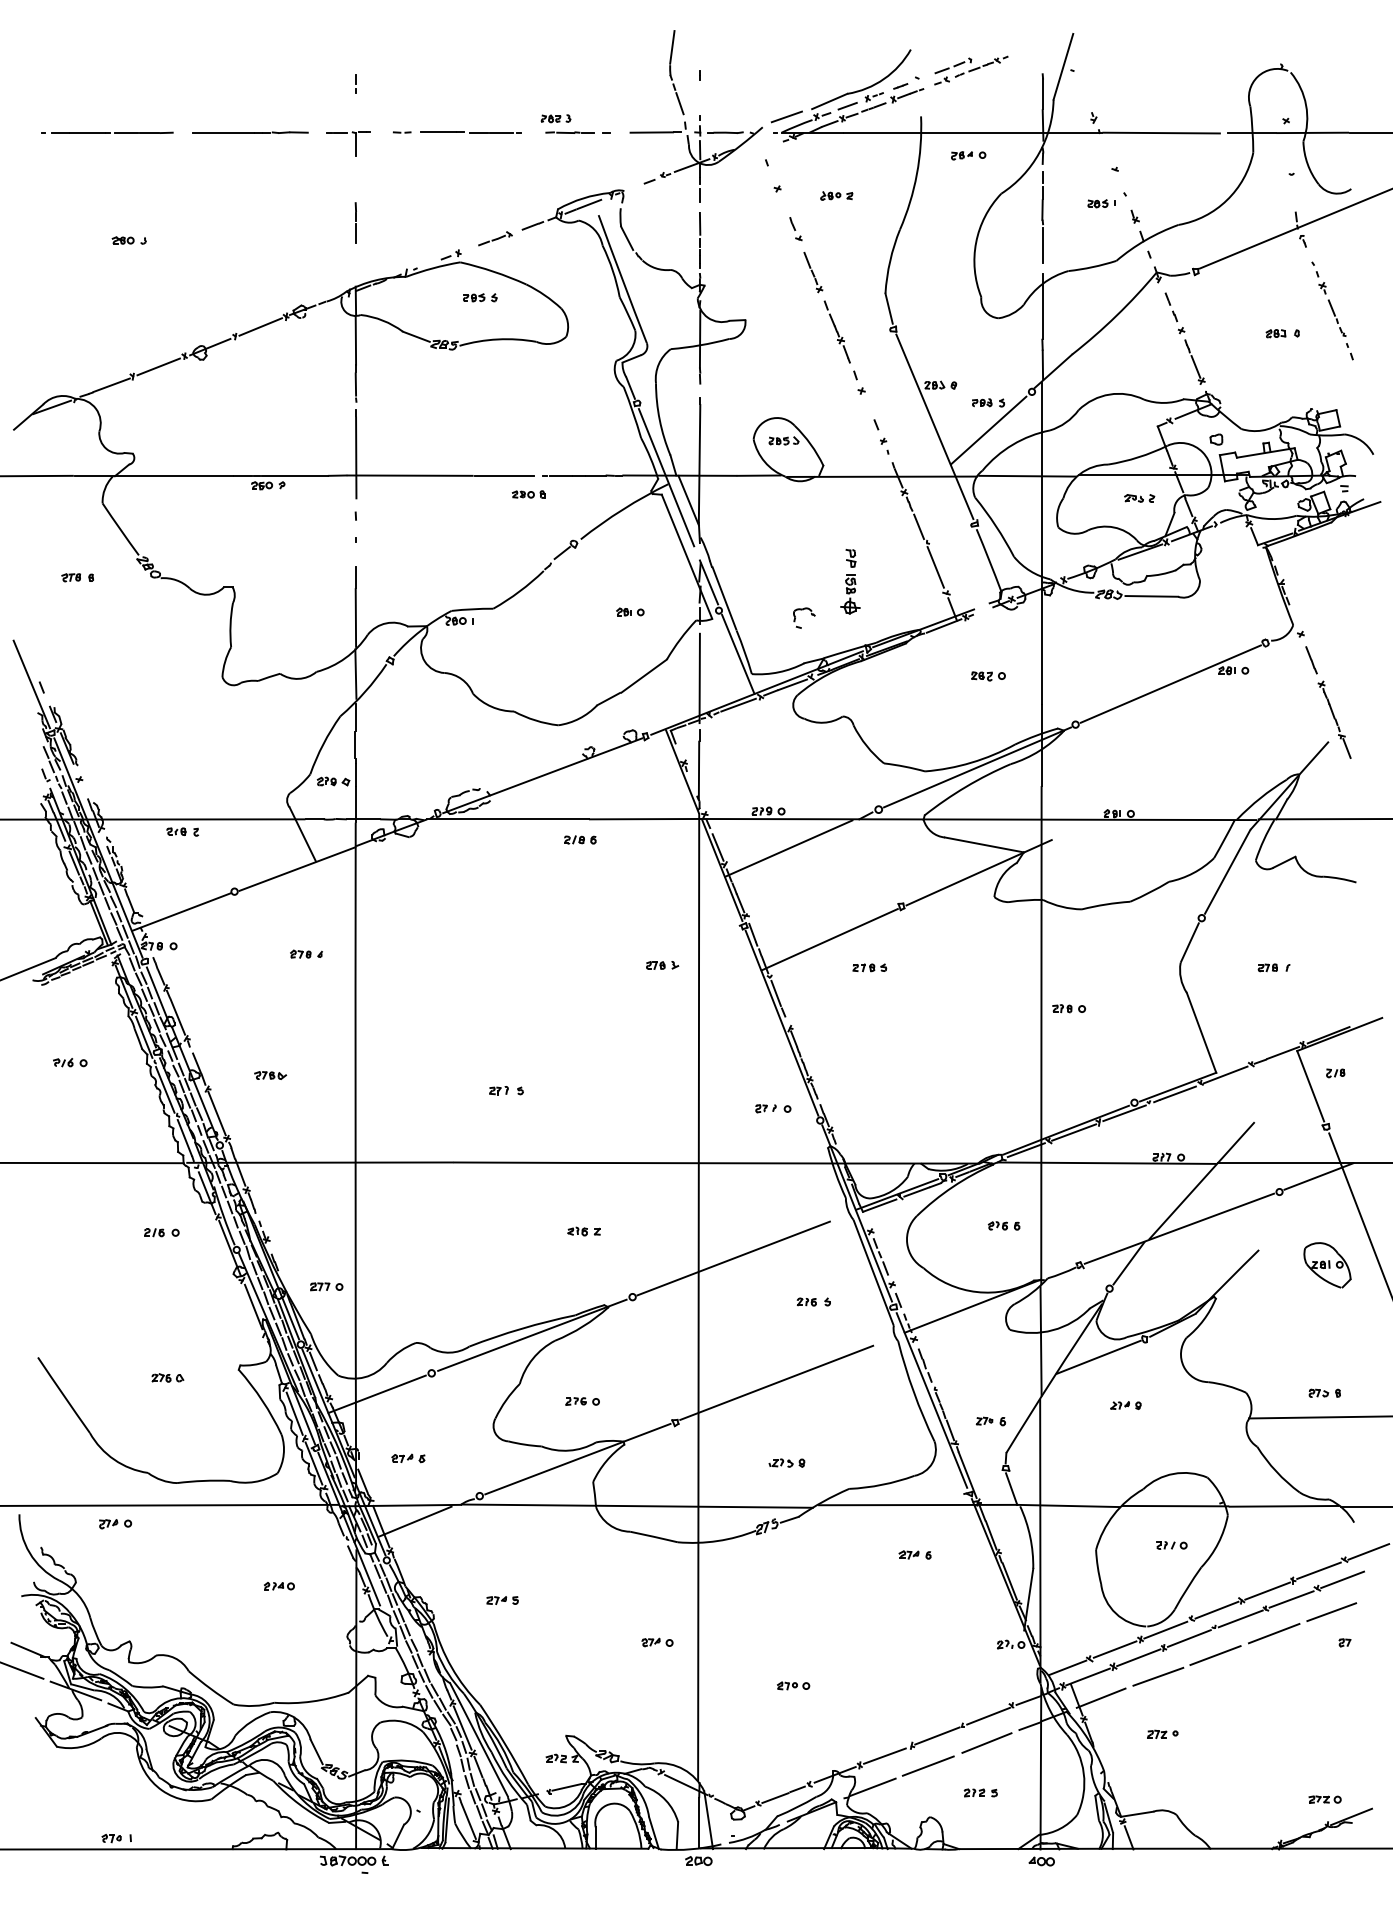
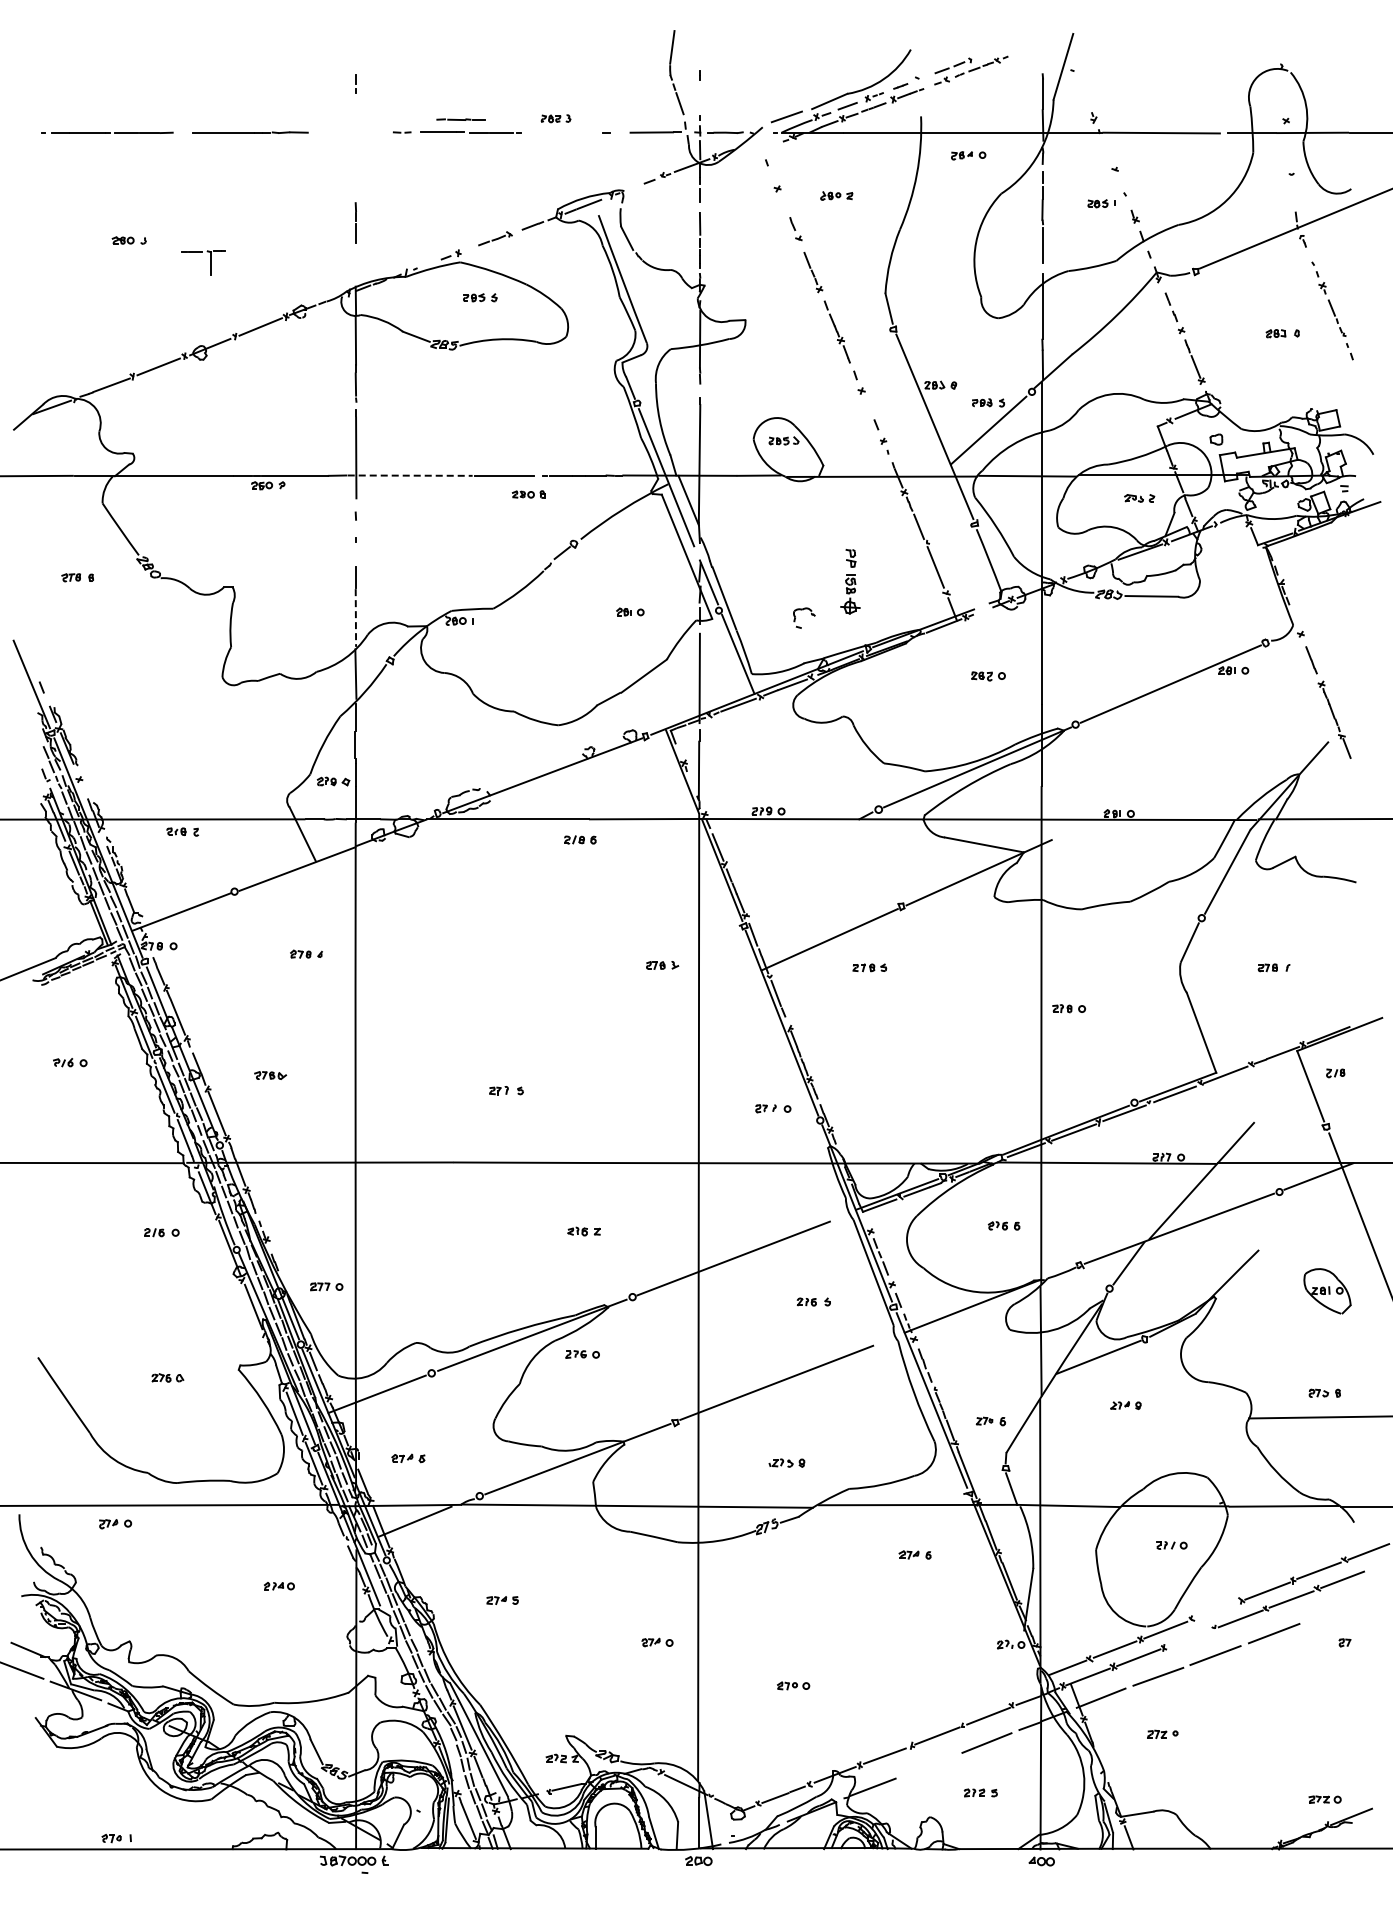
line at (569, 132) position: (569, 132) -> (460, 119)
part at (355, 143) position: (355, 143) -> (210, 262)
line at (410, 475): solid -> dashed
line at (355, 618): solid -> dashed
line at (788, 848): present -> none
part at (1327, 1265) position: (1327, 1265) -> (1327, 1291)
part at (582, 1401) position: (582, 1401) -> (582, 1354)
line at (1216, 1609): present -> none
line at (1331, 1612): present -> none
line at (1188, 1638): present -> none
line at (927, 1765): present -> none
